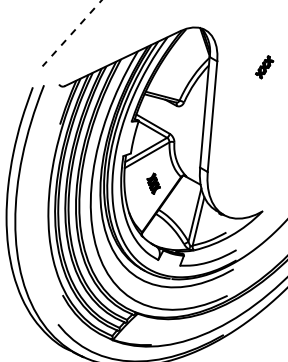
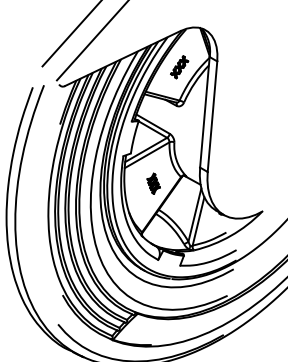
line at (71, 33): dashed -> solid
line at (91, 41): none -> present
part at (264, 67) position: (264, 67) -> (179, 67)
